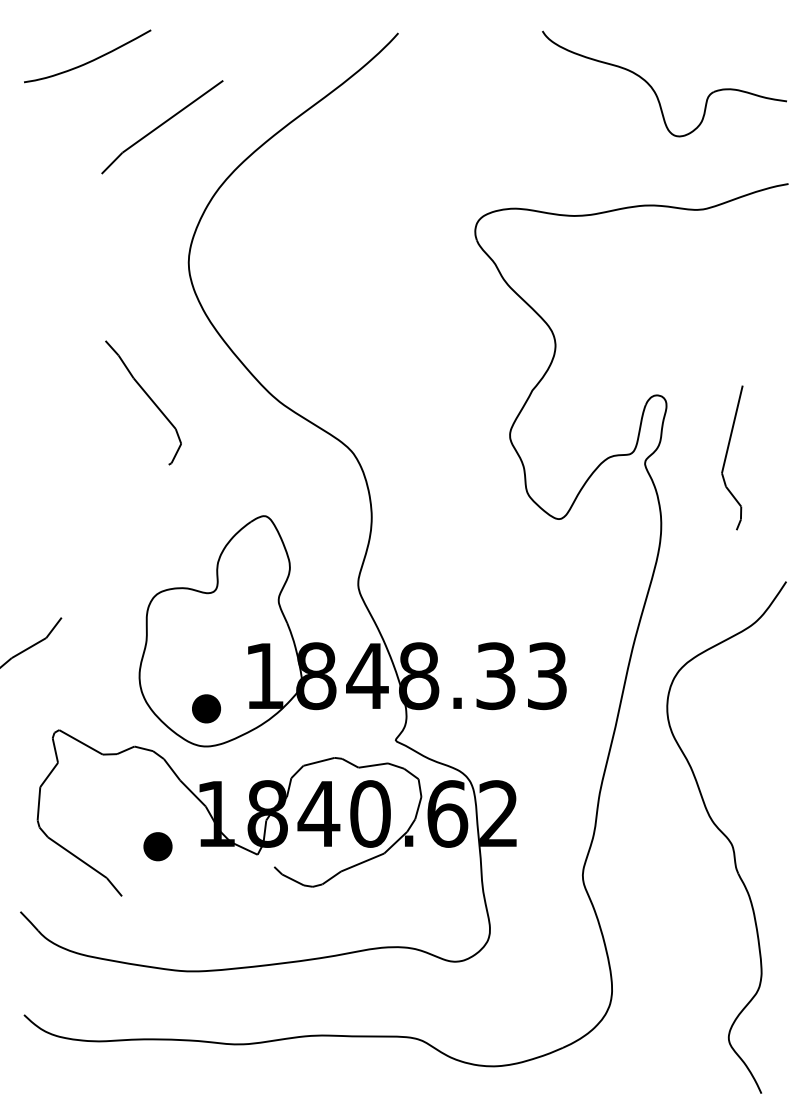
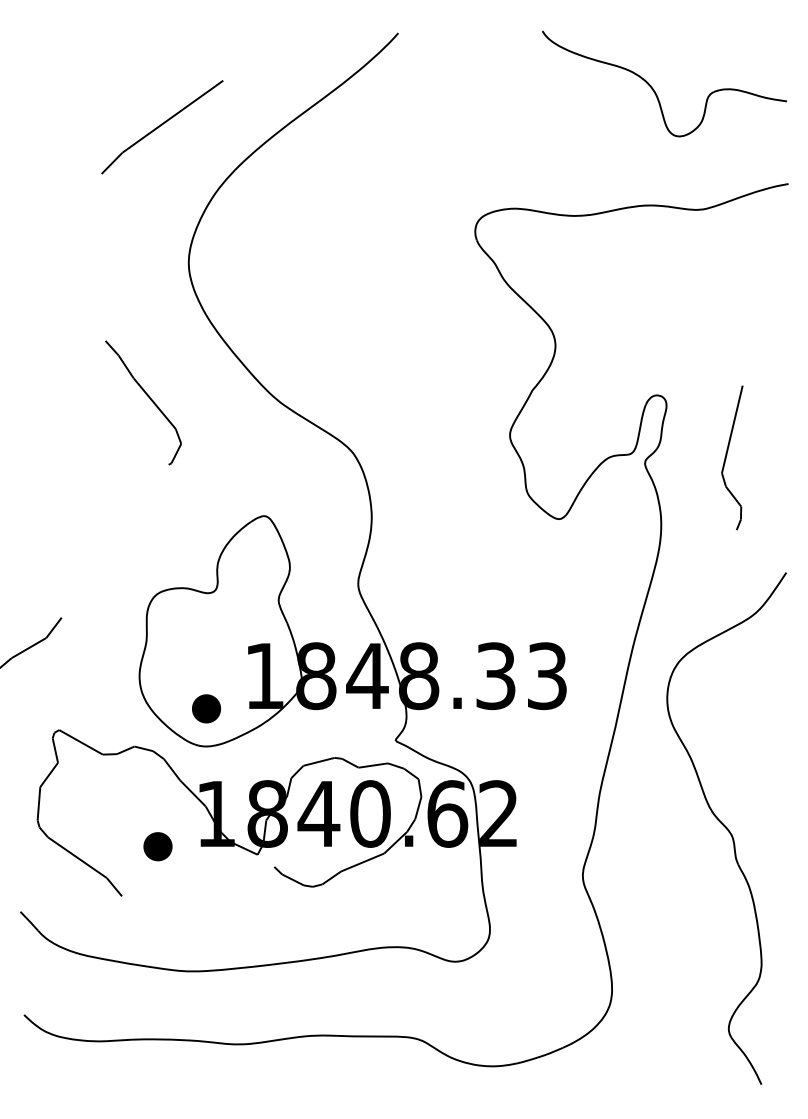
curve at (90, 60): present -> none
part at (726, 837) position: (726, 837) -> (726, 828)
